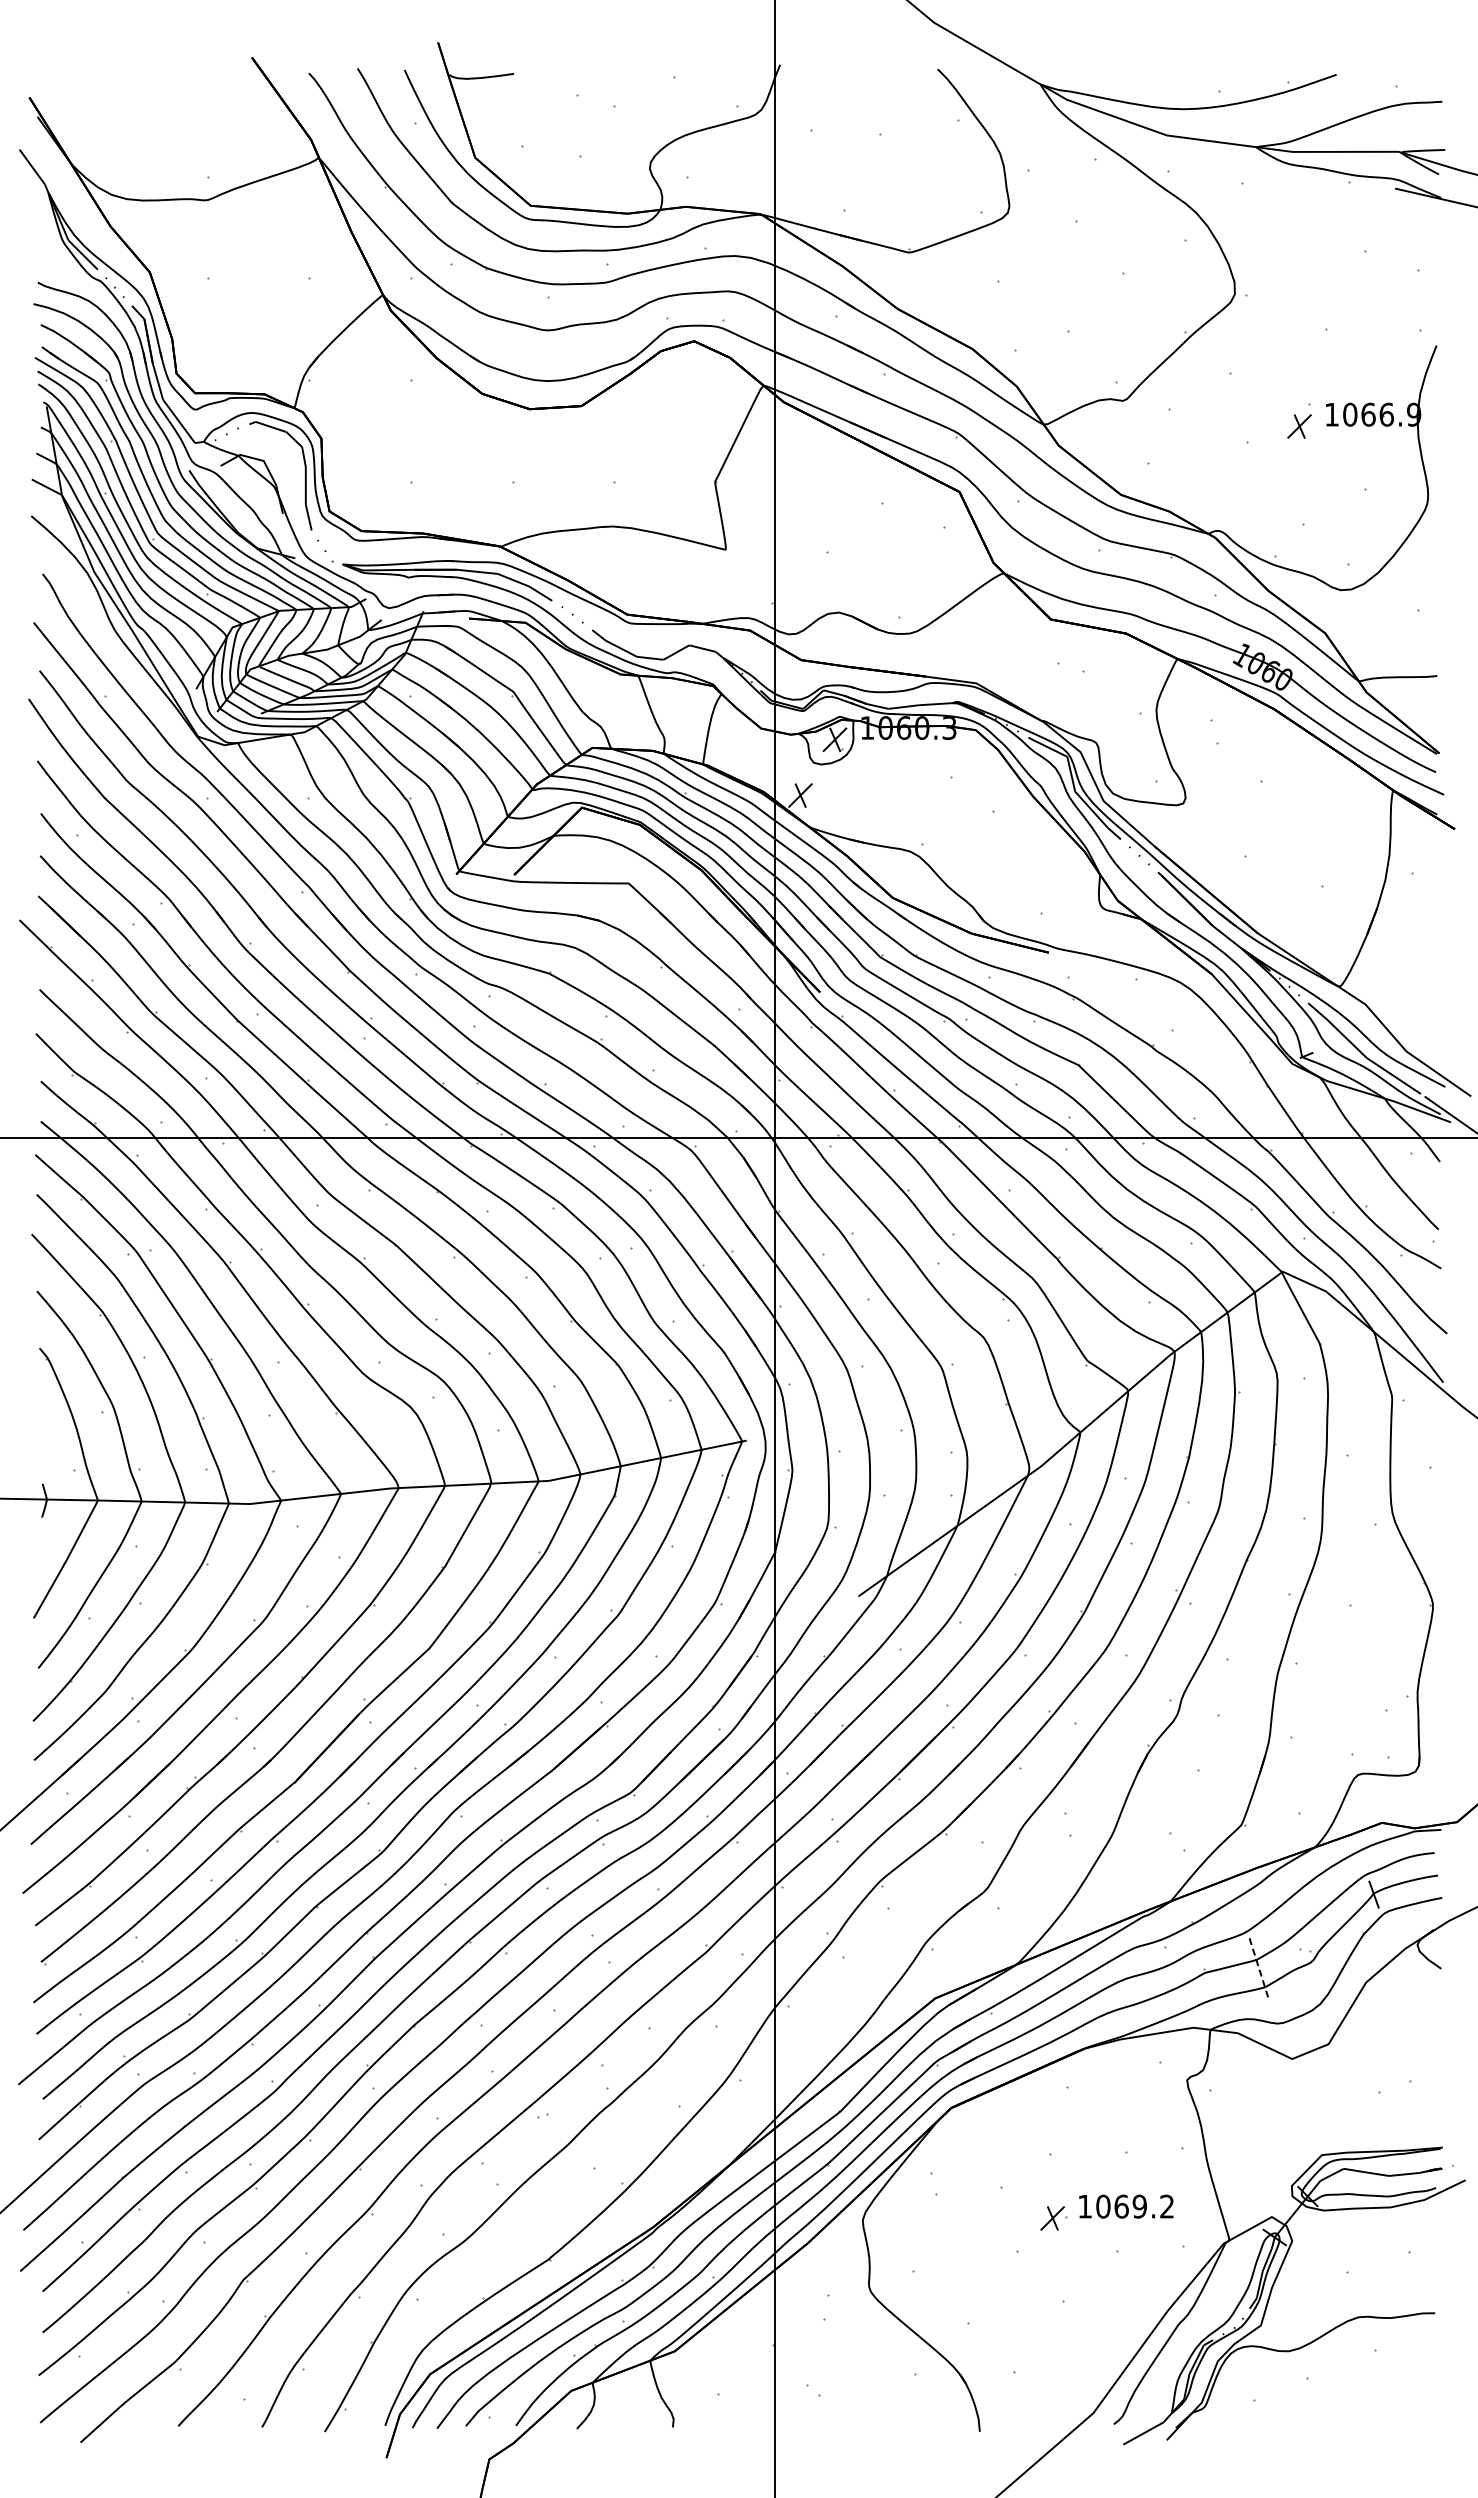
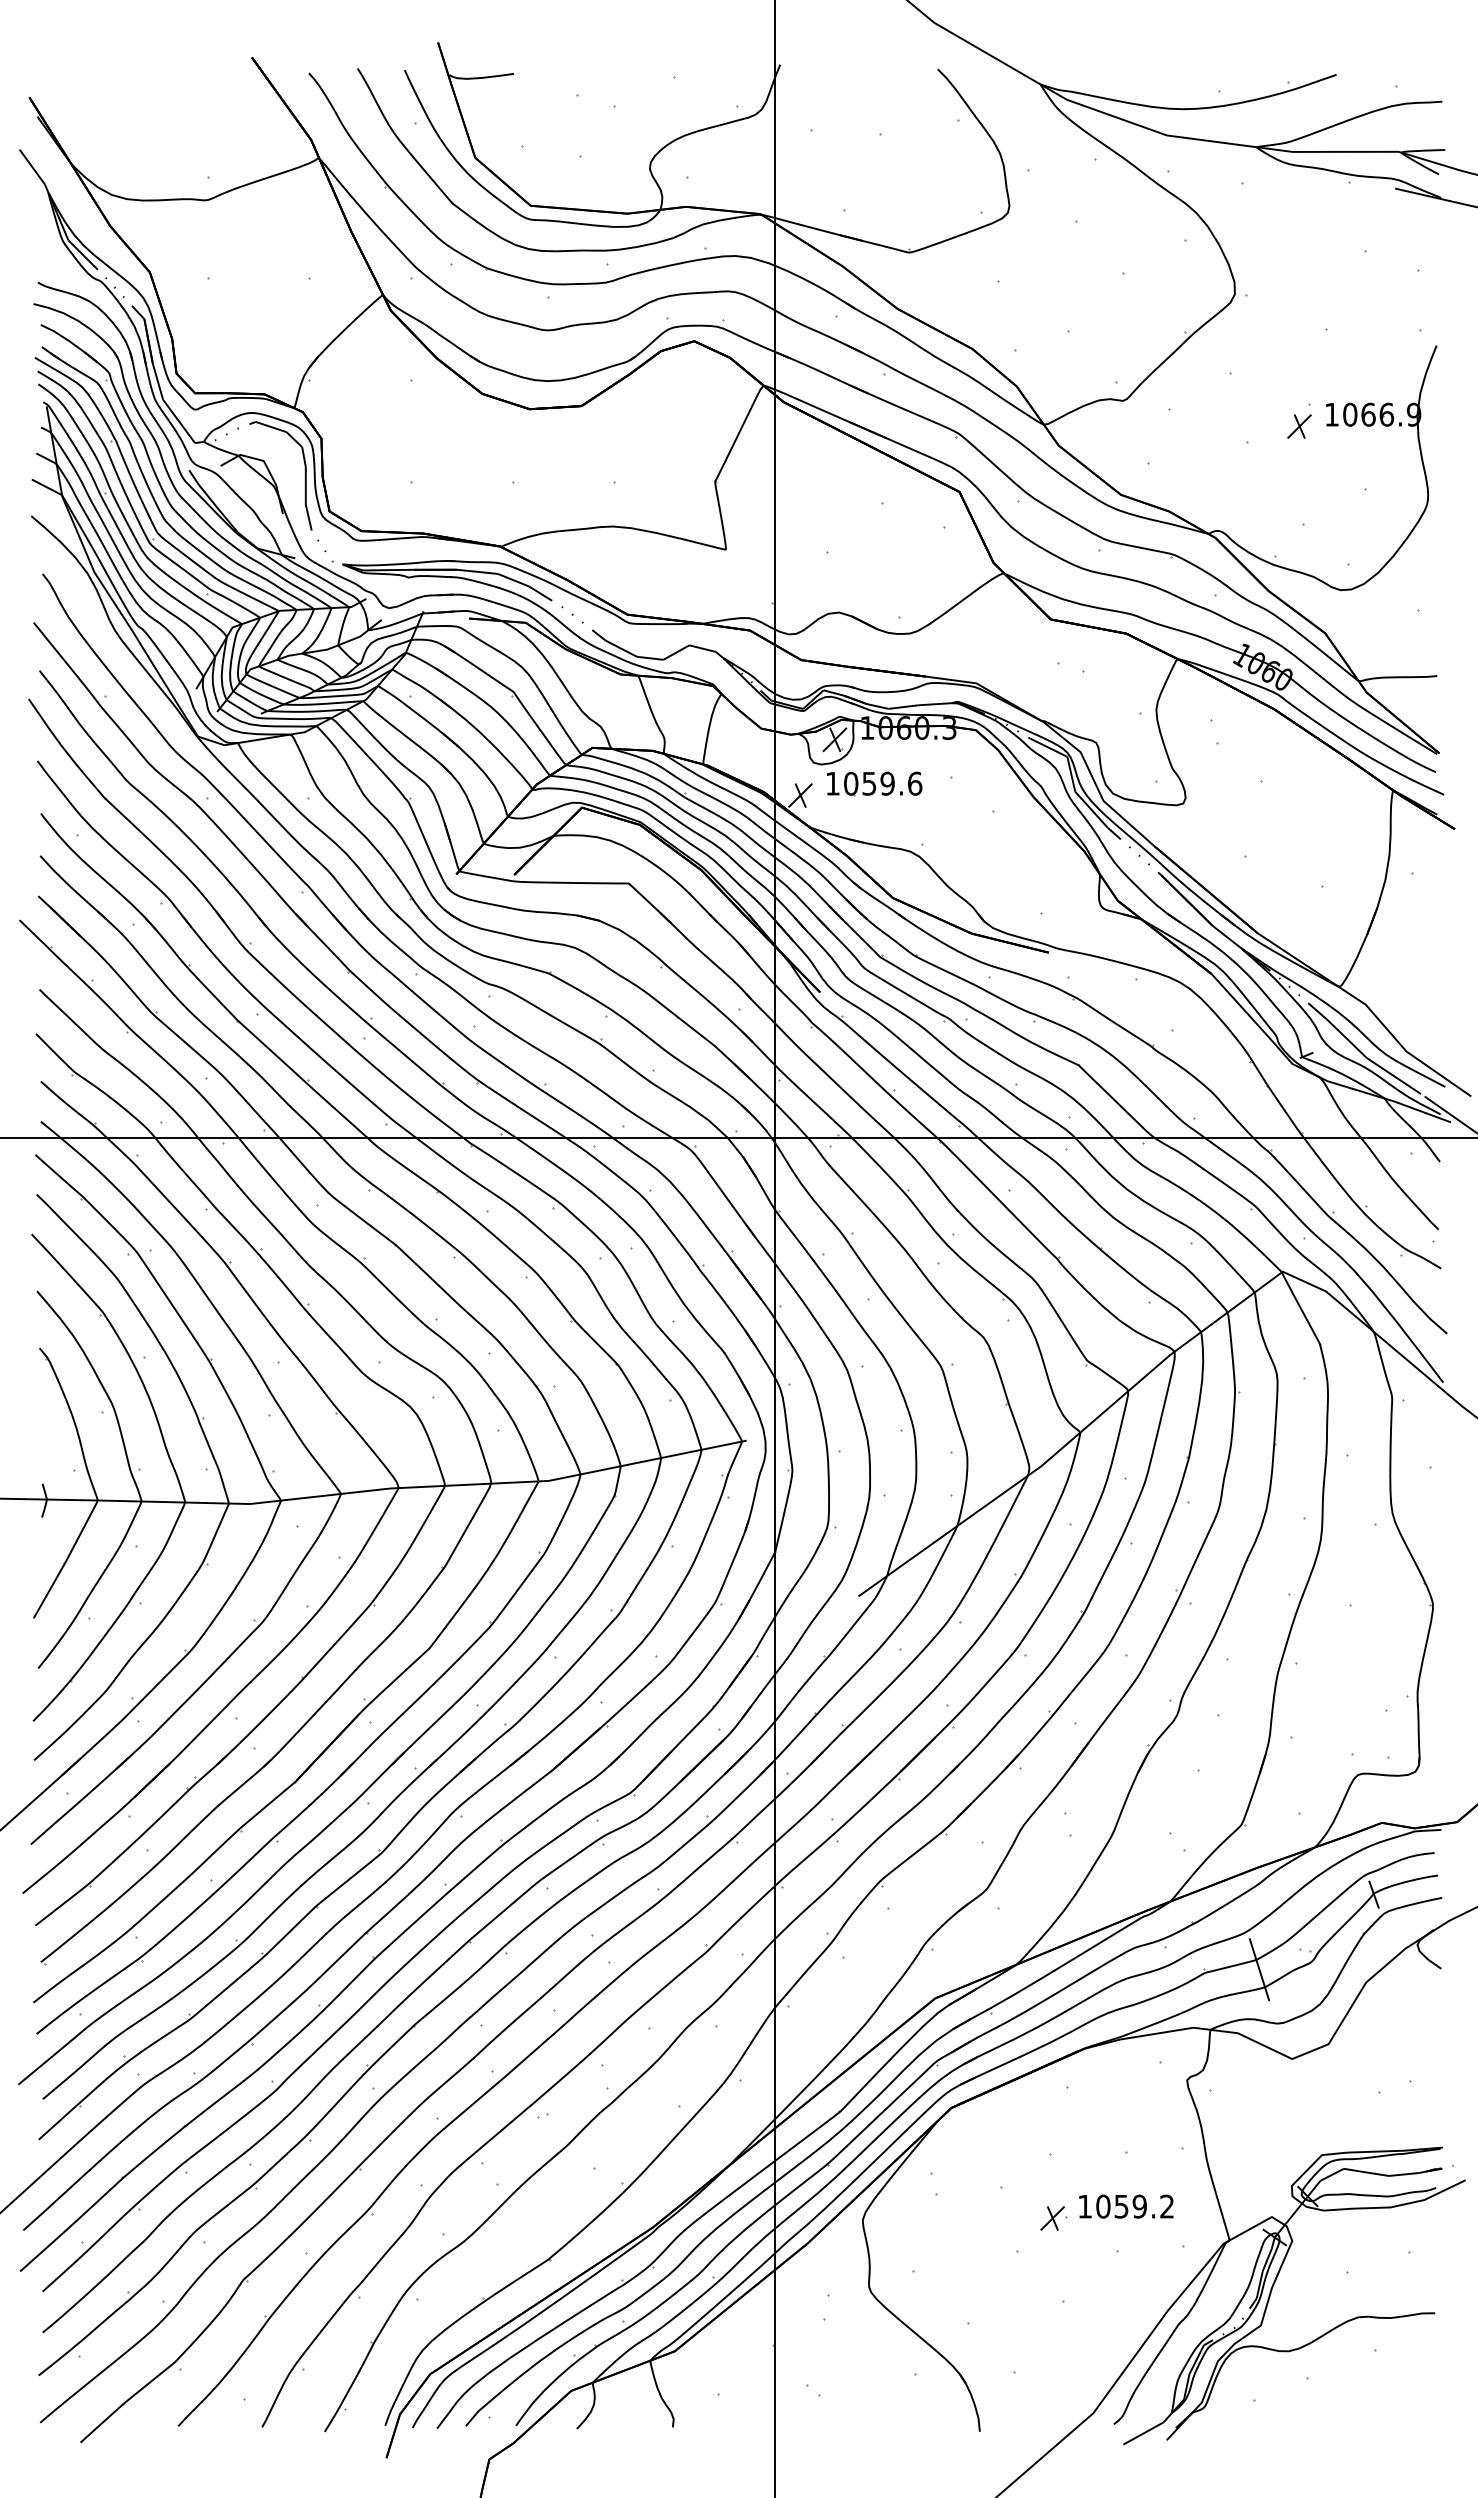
part at (874, 783): none -> present
line at (1259, 1969): dashed -> solid
text at (1121, 2206): 1069.2 -> 1059.2
